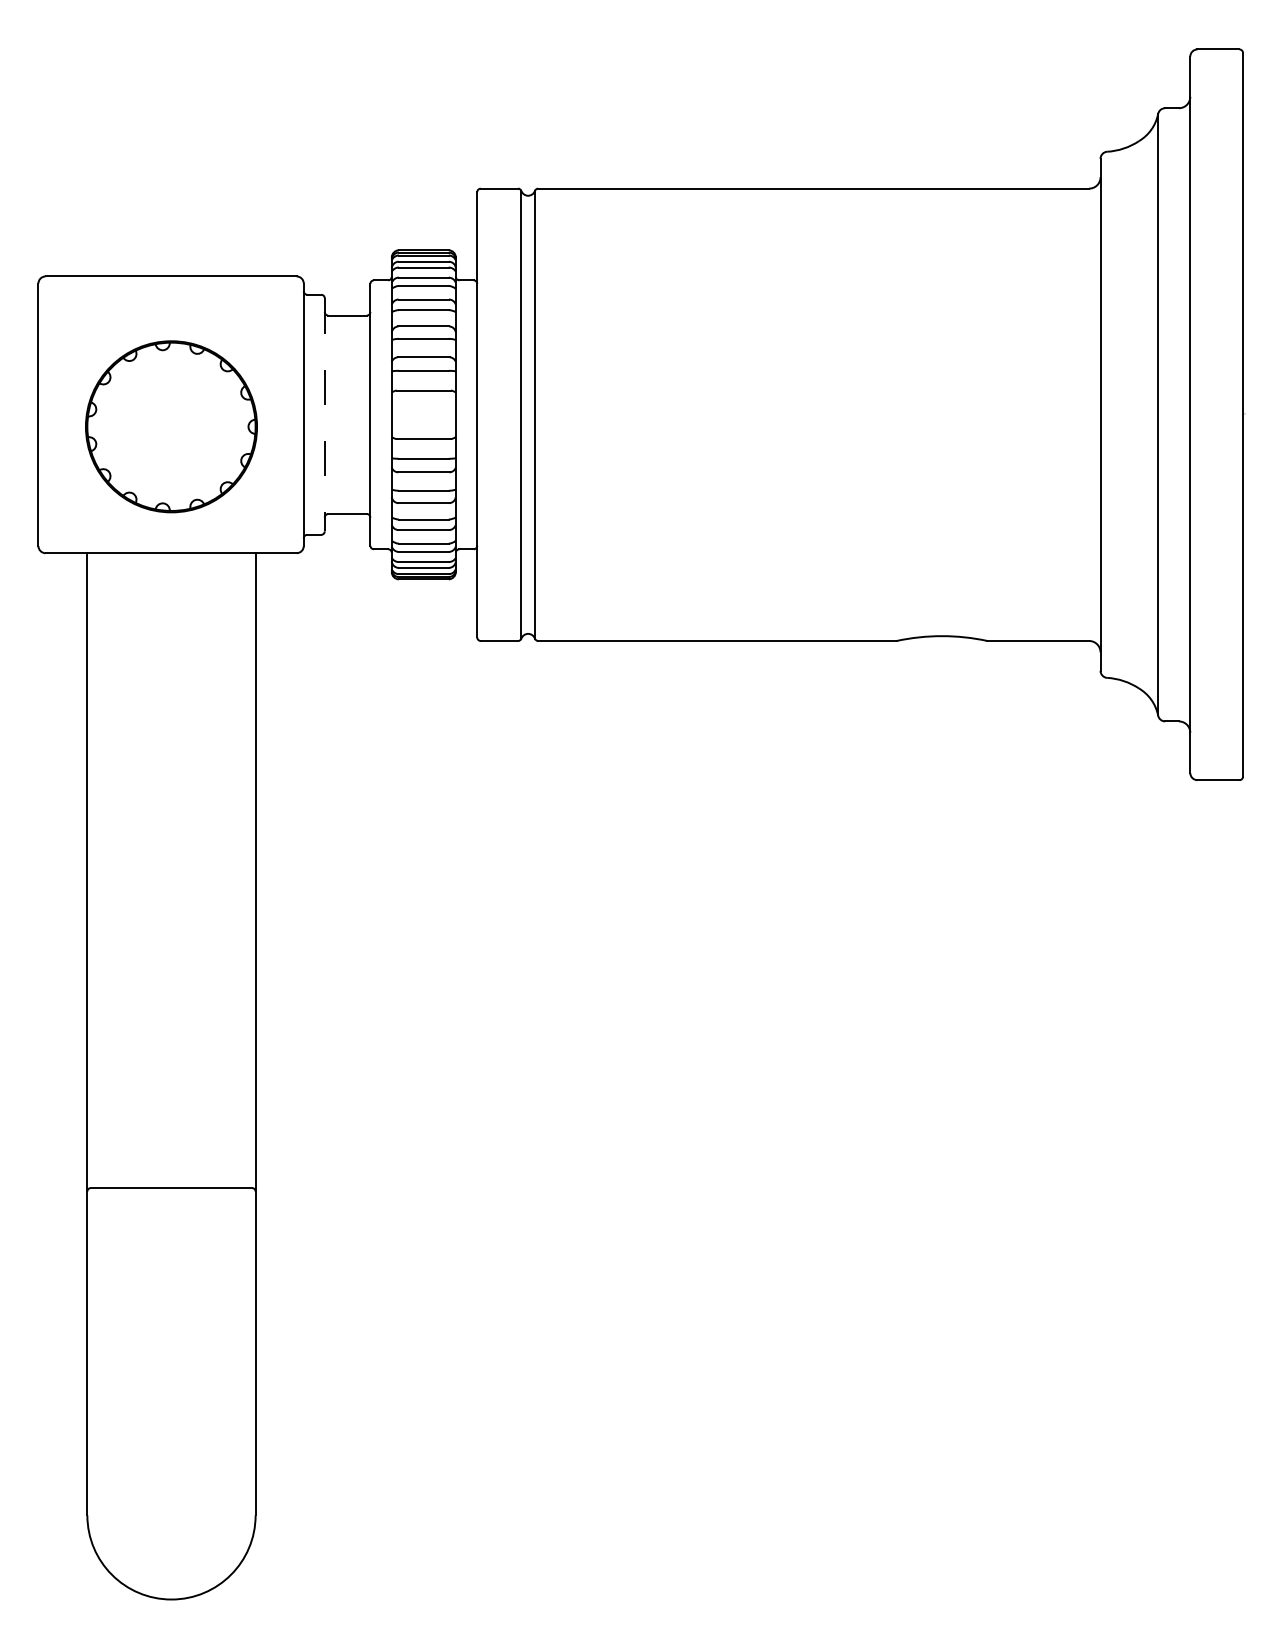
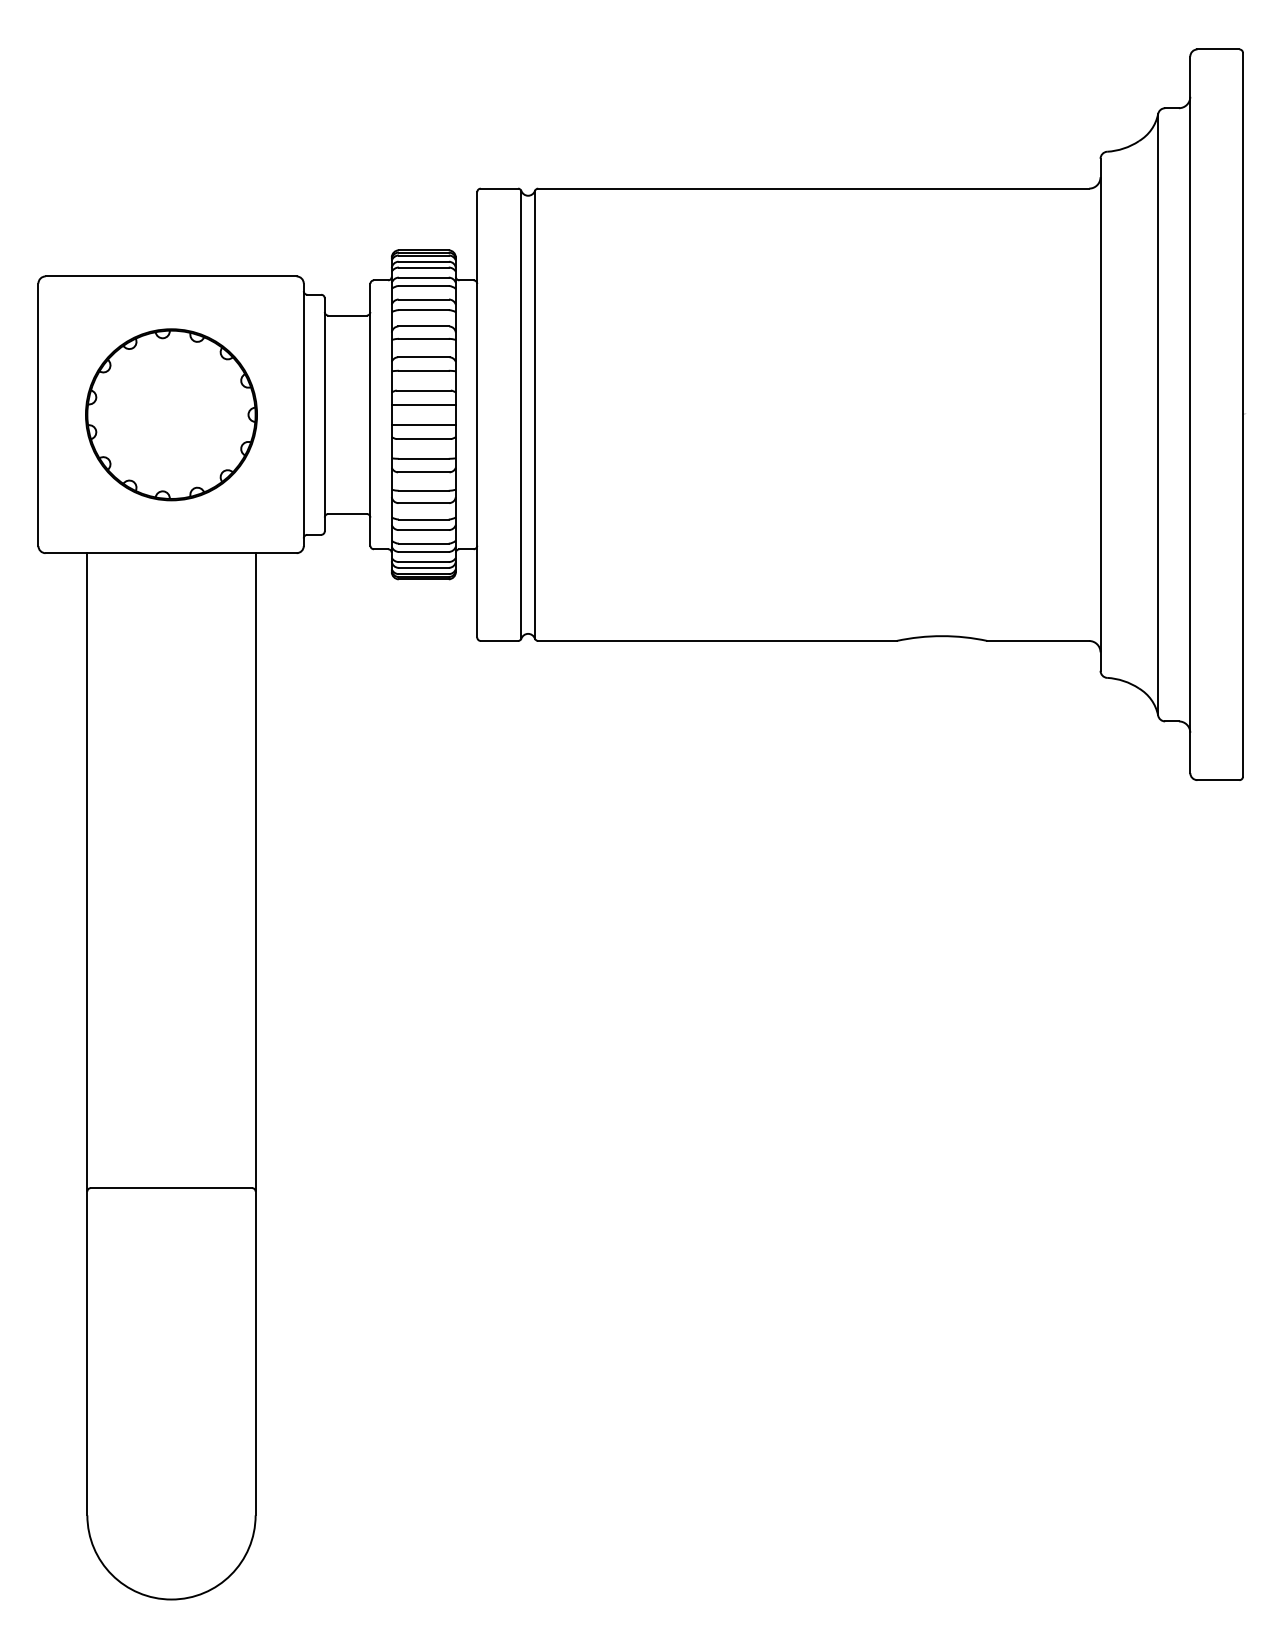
line at (423, 404): none -> present
line at (324, 414): dashed -> solid
line at (423, 424): none -> present
part at (171, 426) position: (171, 426) -> (171, 414)
